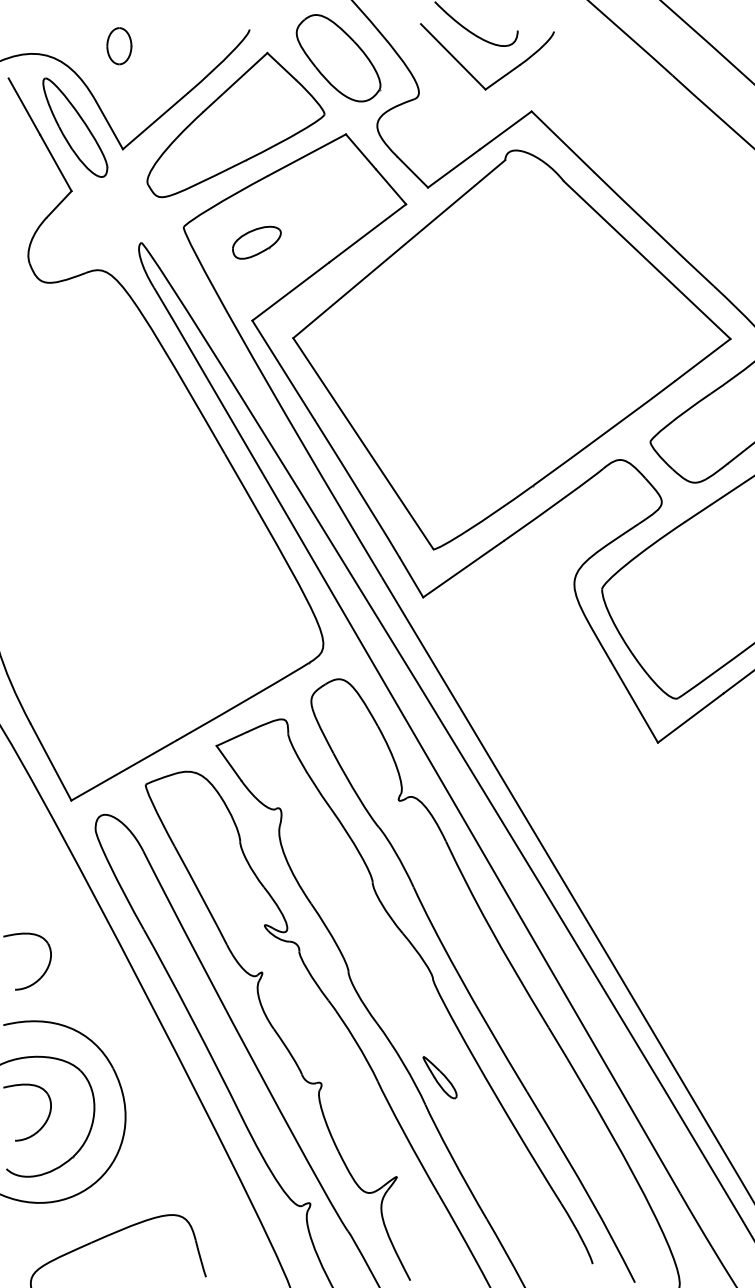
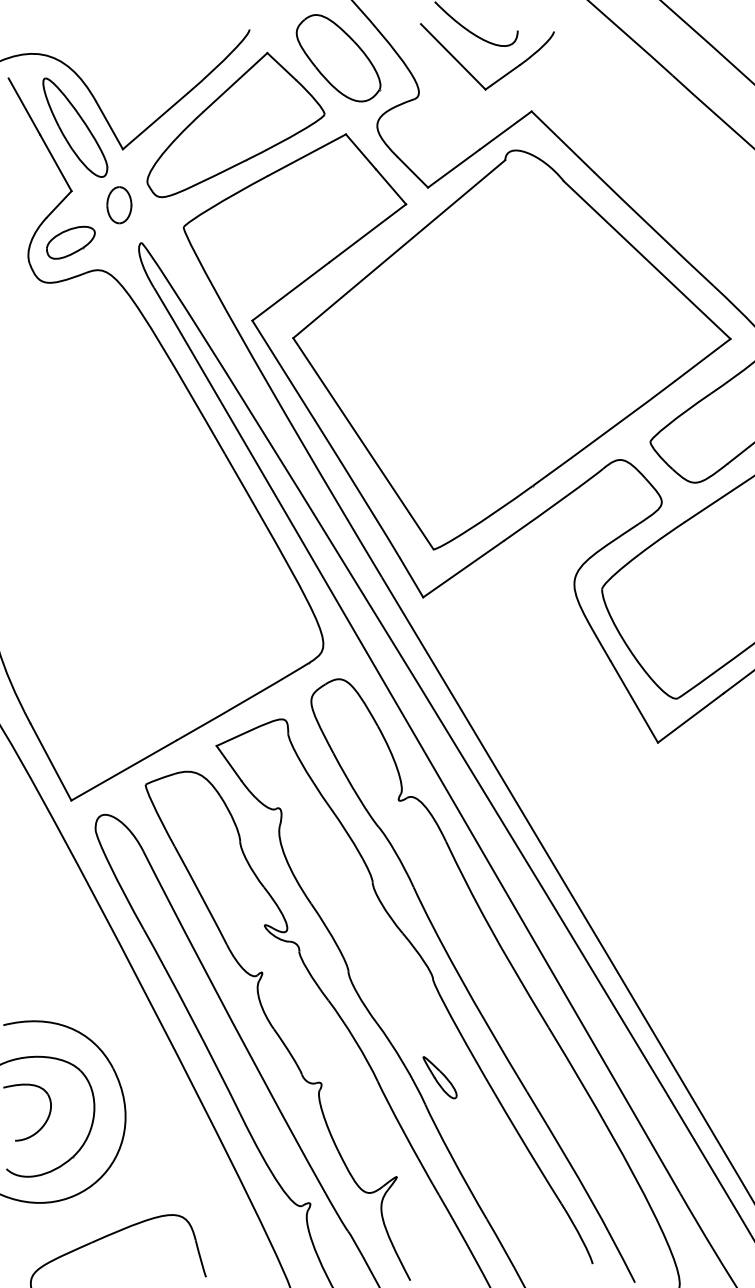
part at (119, 46) position: (119, 46) -> (119, 205)
part at (256, 242) position: (256, 242) -> (70, 242)
part at (44, 971): present -> none
